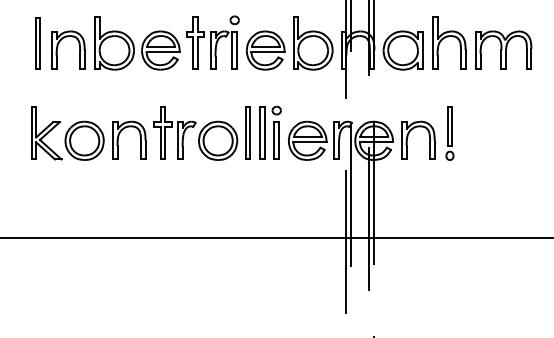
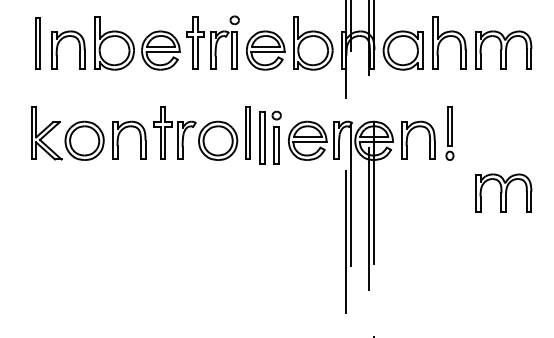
part at (270, 132) position: (270, 132) -> (270, 137)
part at (503, 192): none -> present
line at (276, 238): present -> none
